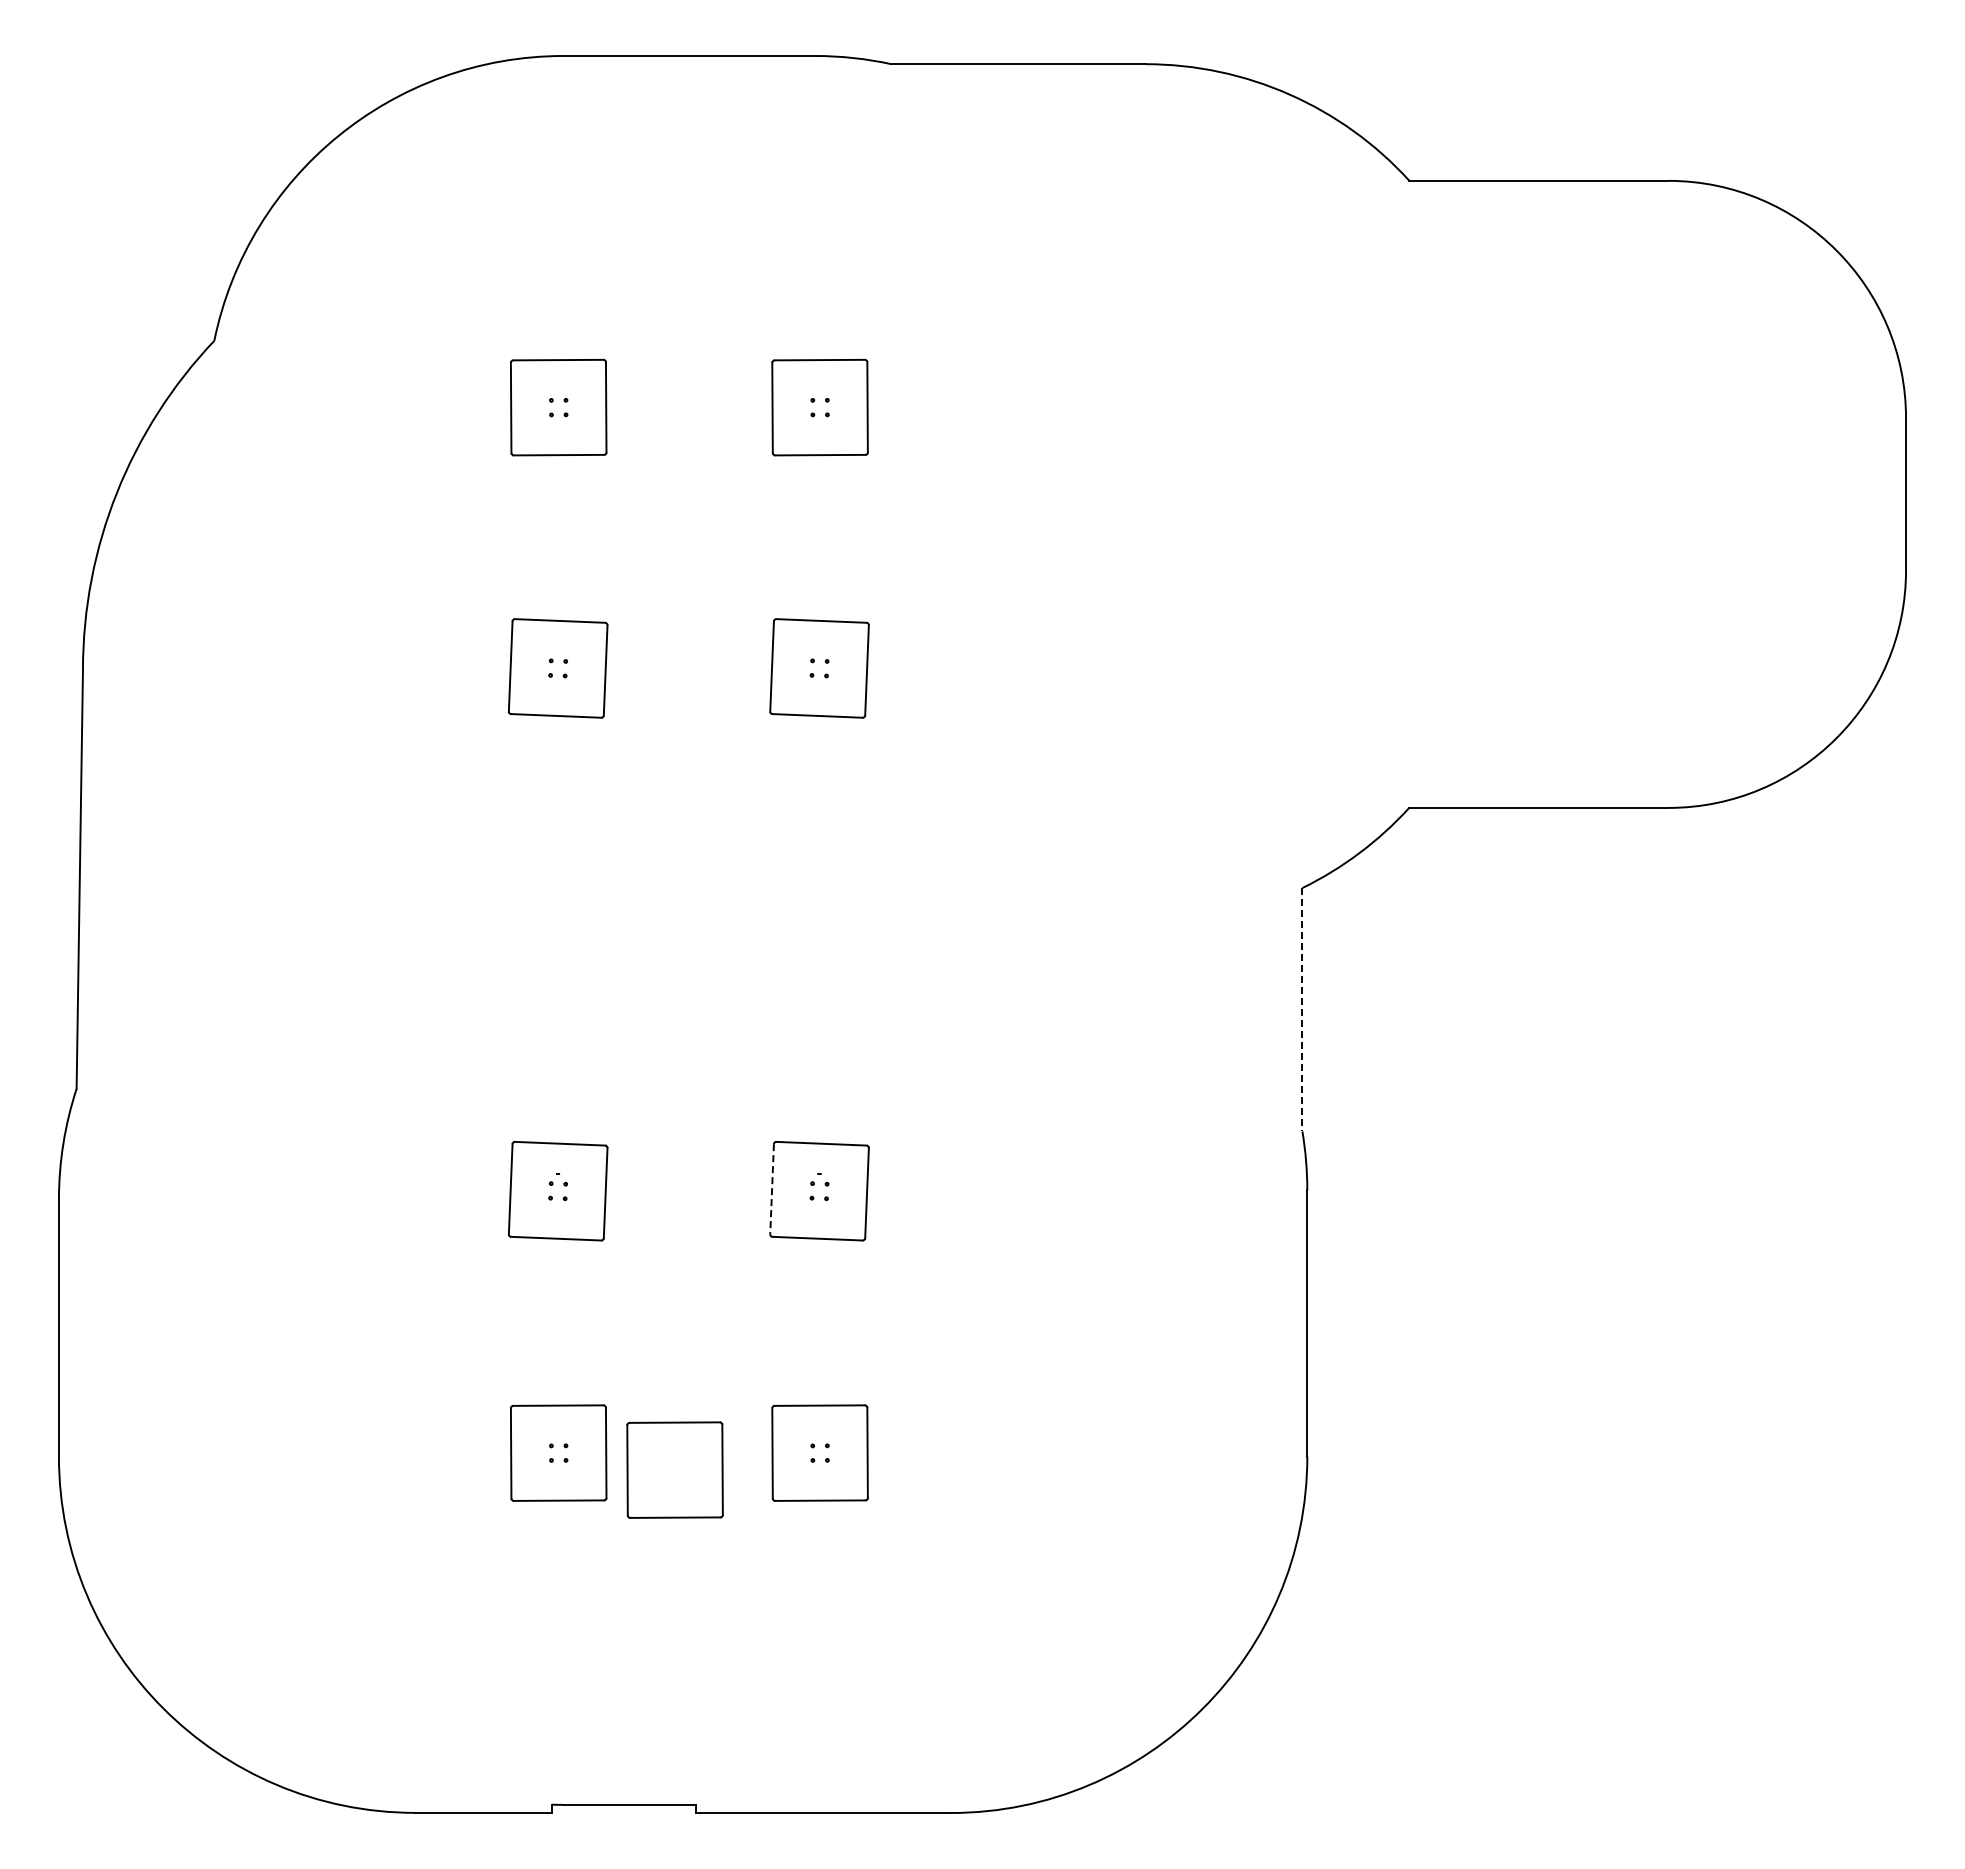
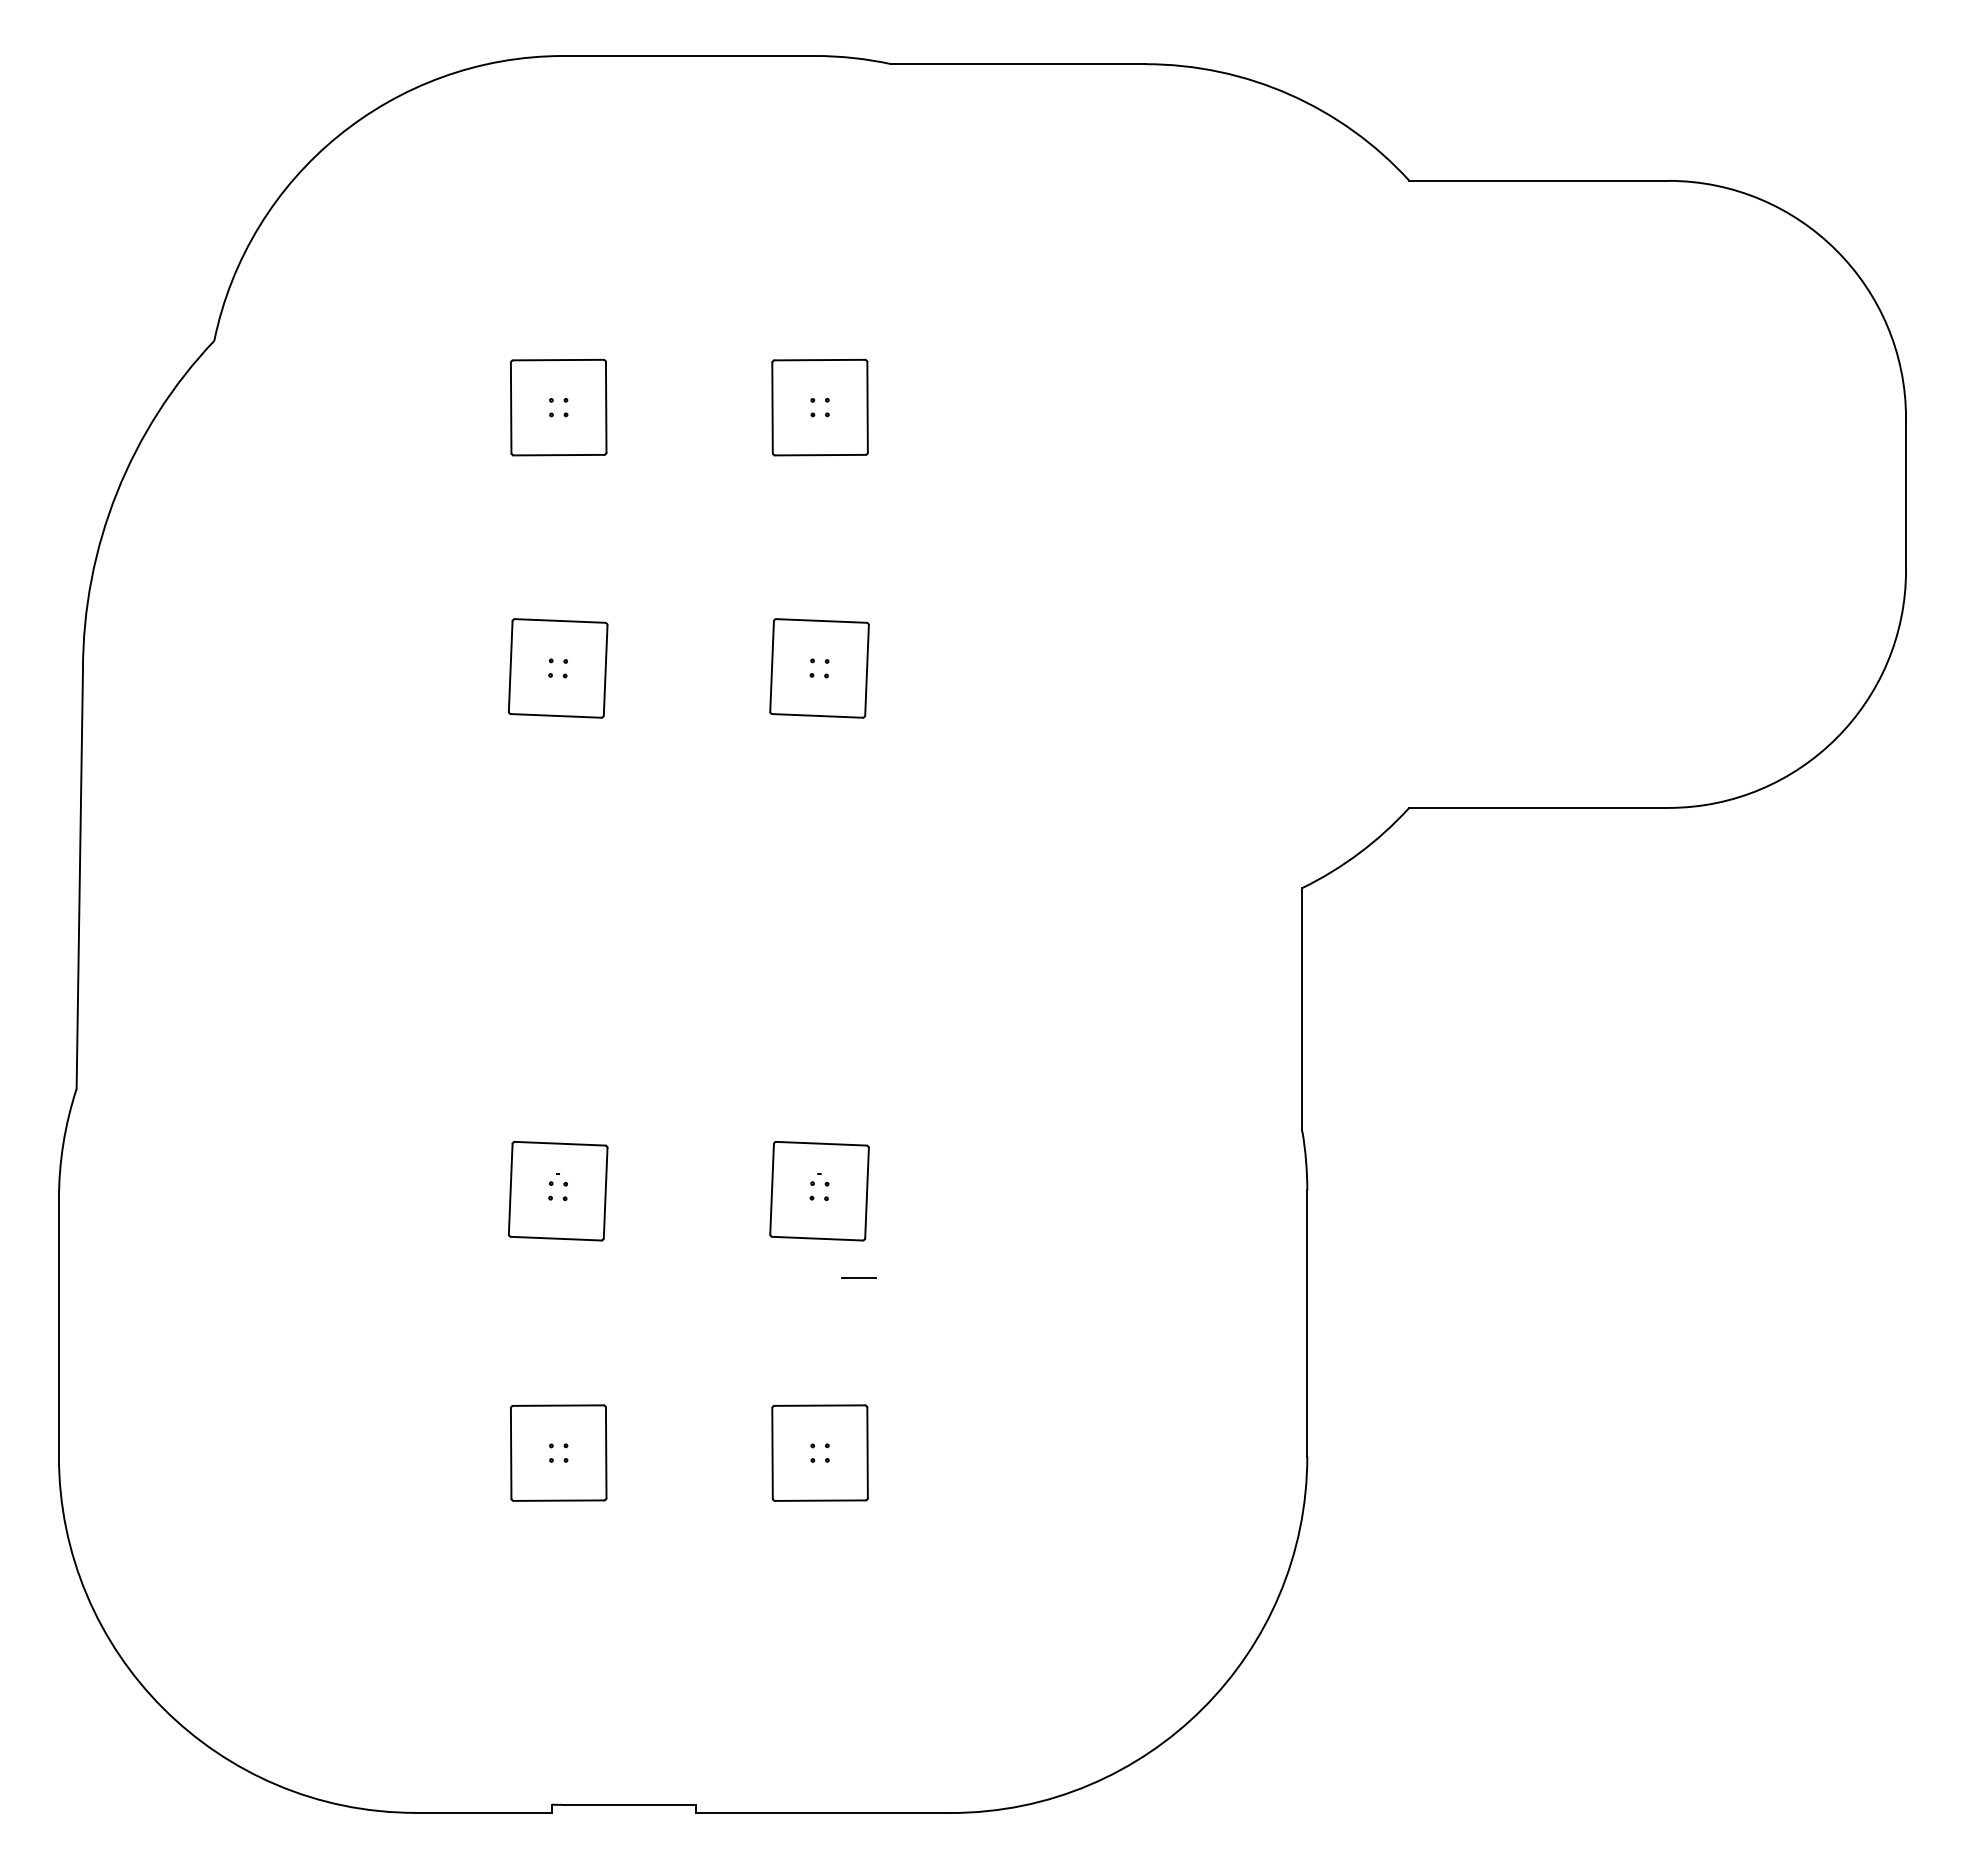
line at (1302, 1009): dashed -> solid
line at (772, 1189): dashed -> solid
line at (858, 1277): none -> present
part at (674, 1469): present -> none
